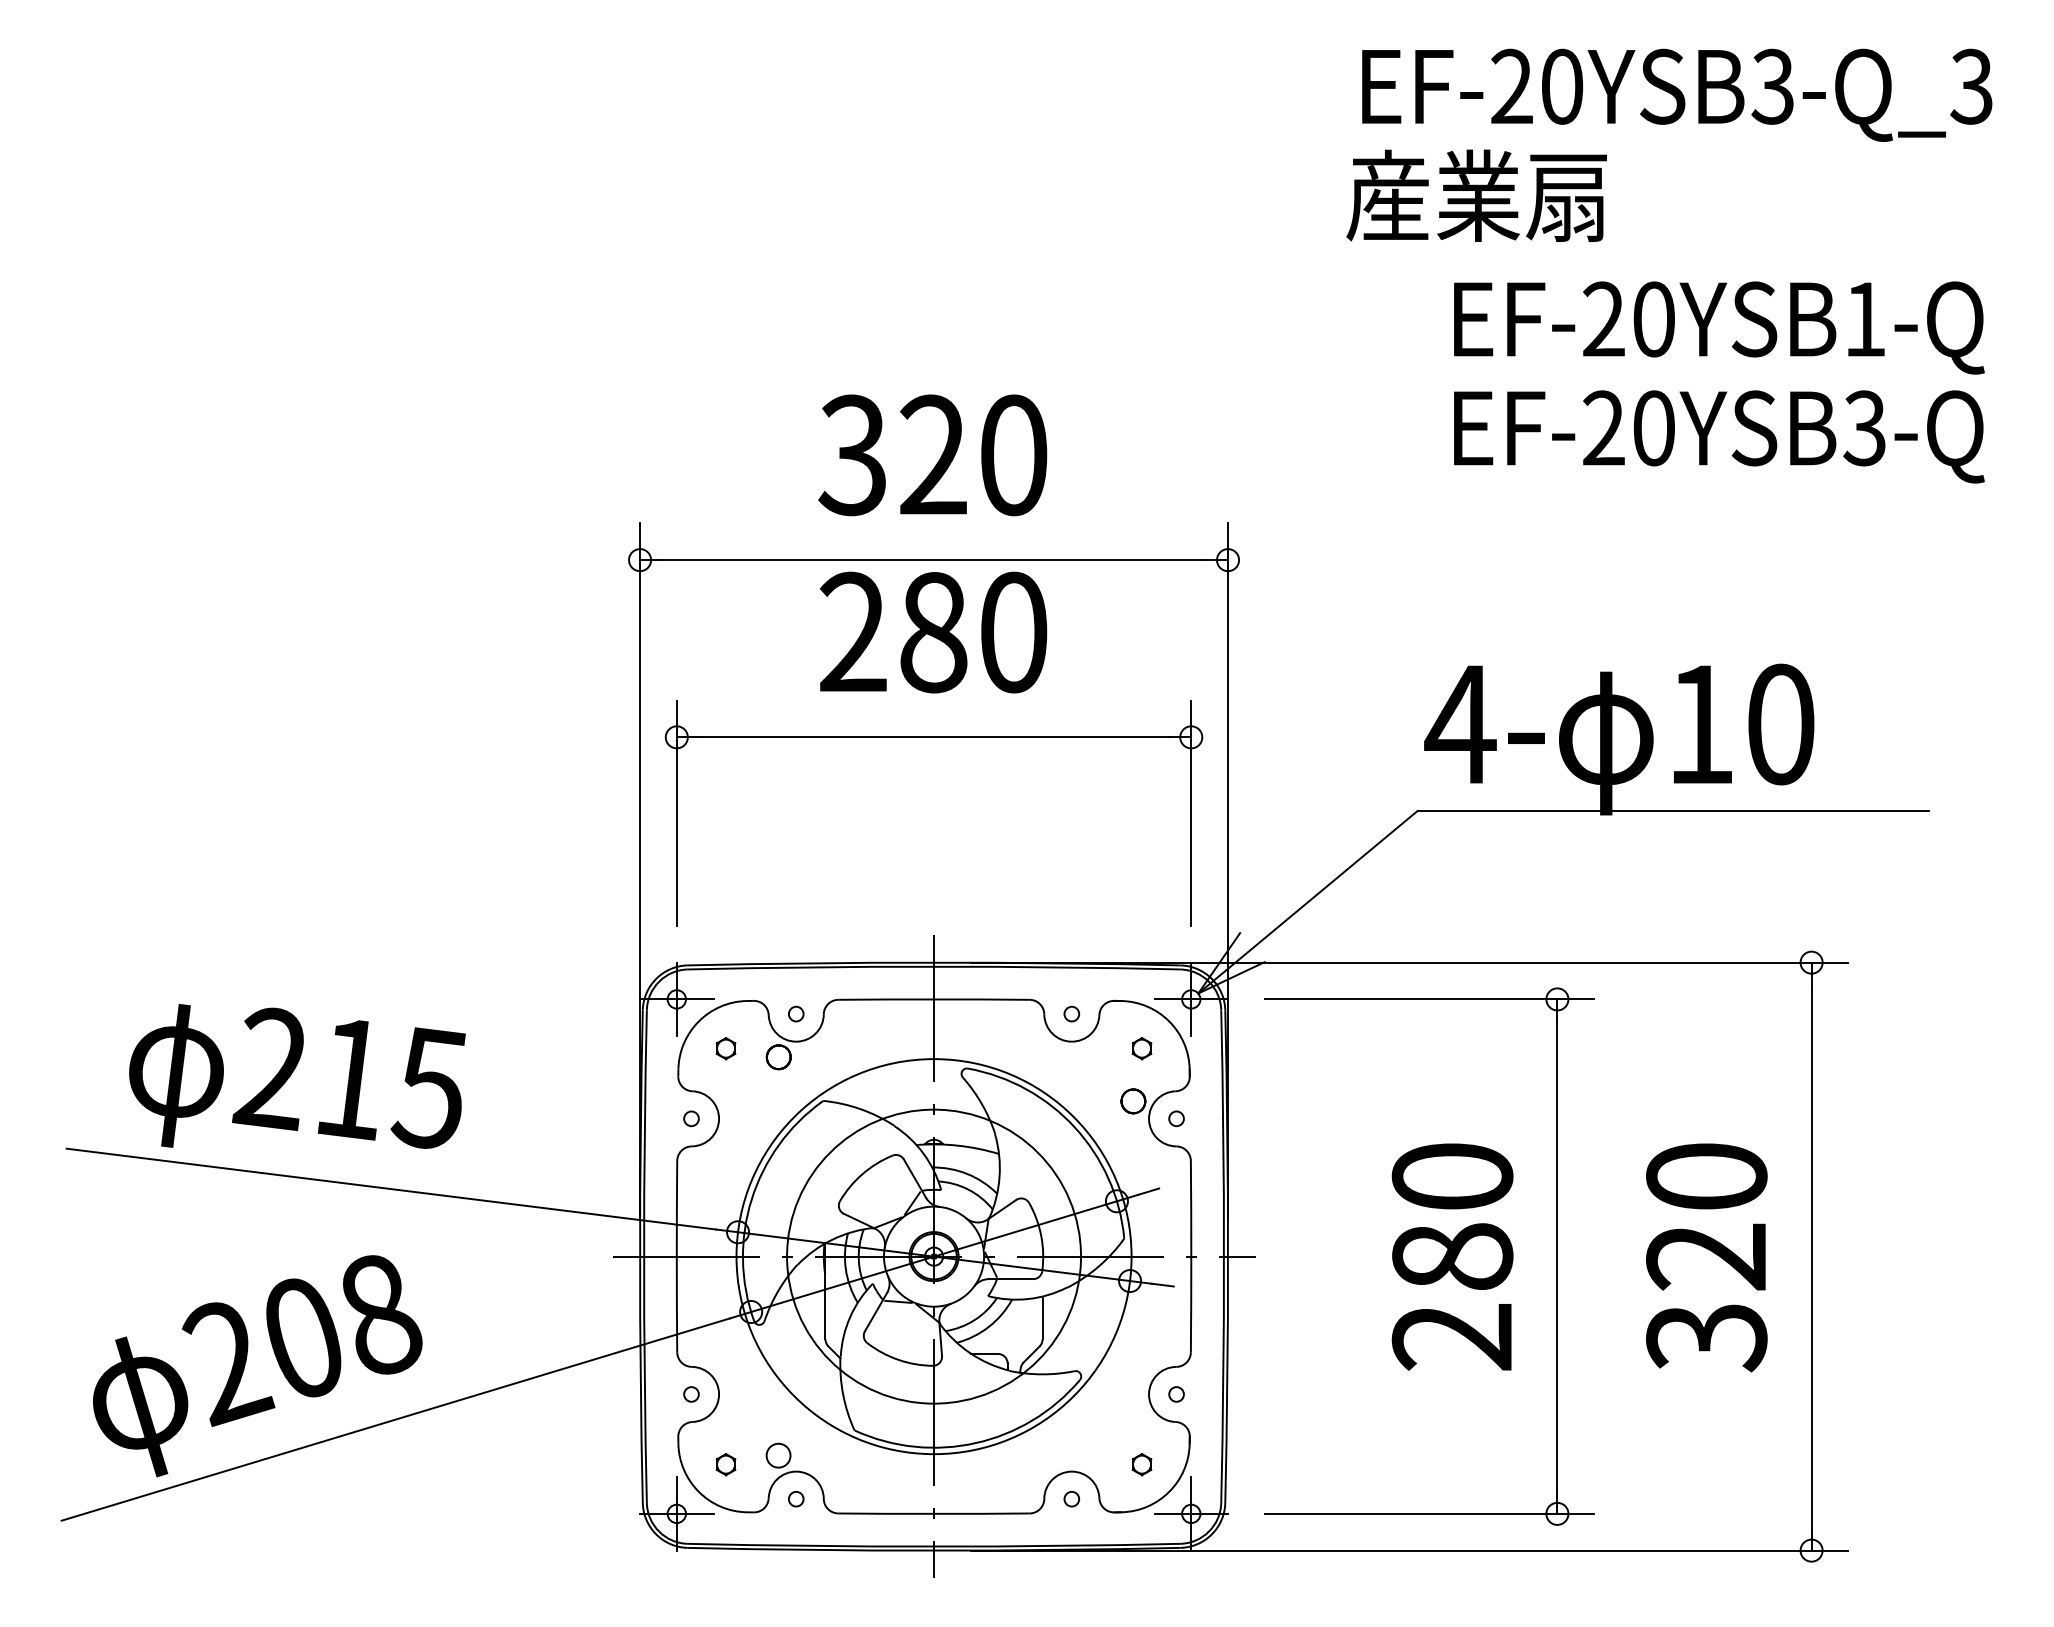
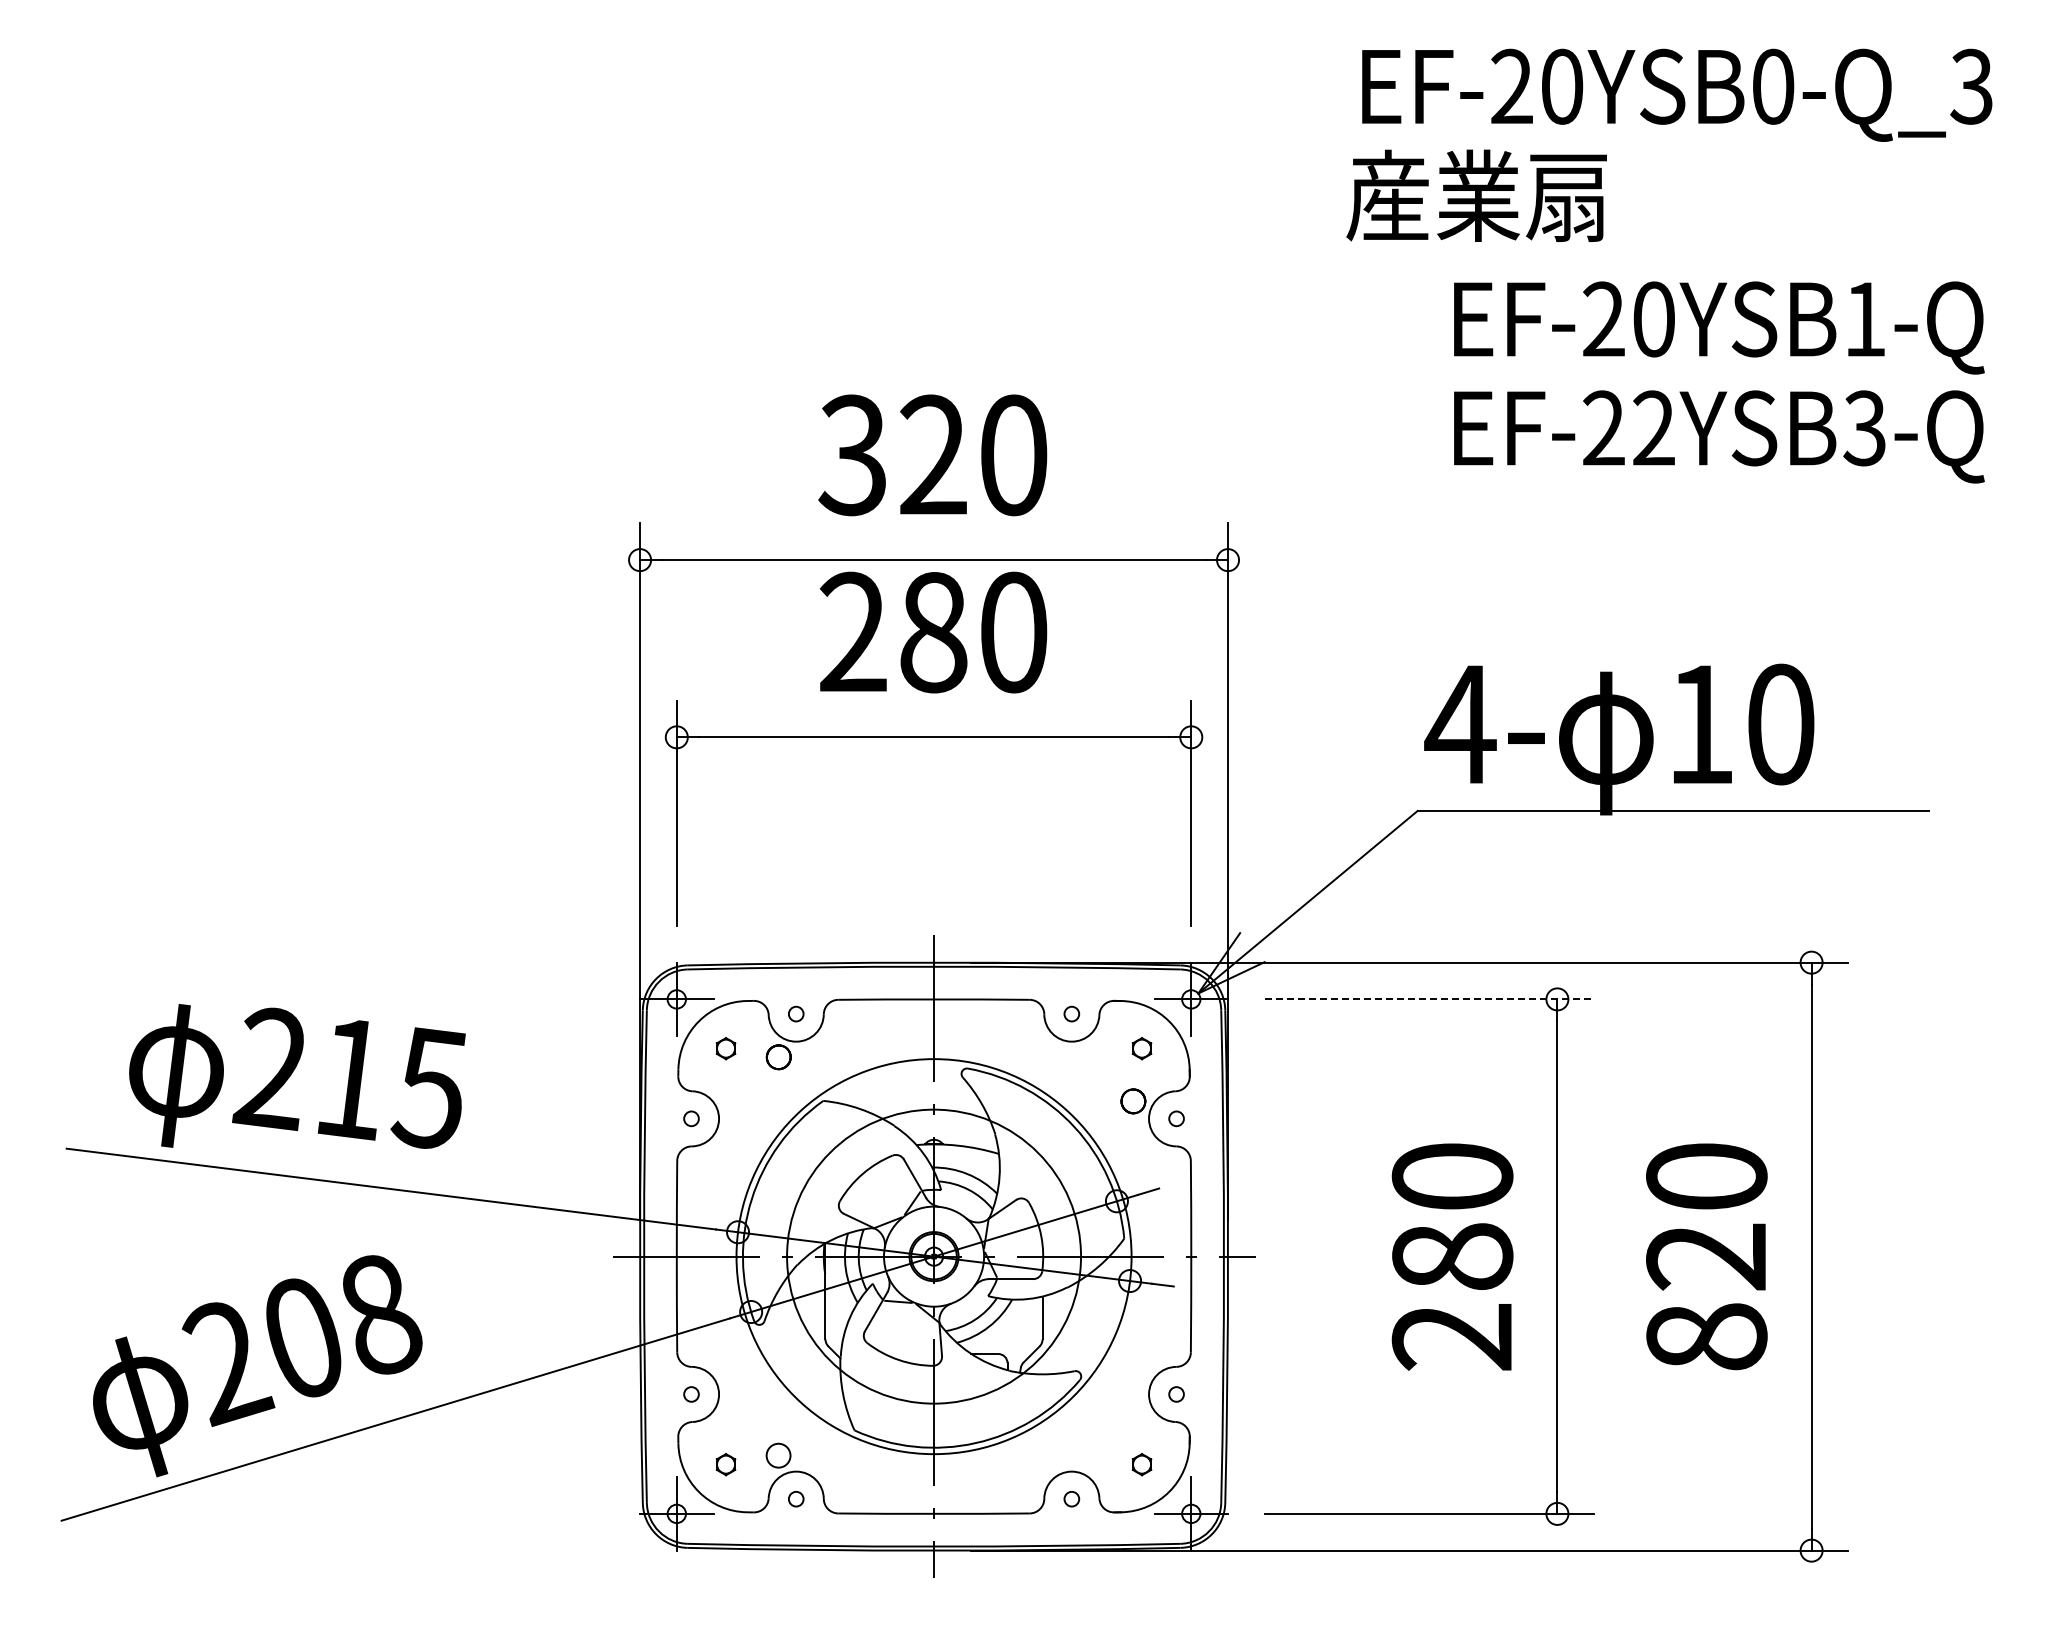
text at (1772, 86): EF-20YSB3-Q_3 -> EF-20YSB0-Q_3
text at (1653, 428): EF-20YSB3-Q -> EF-22YSB3-Q
line at (1429, 999): solid -> dashed
text at (1706, 1337): 320 -> 820
